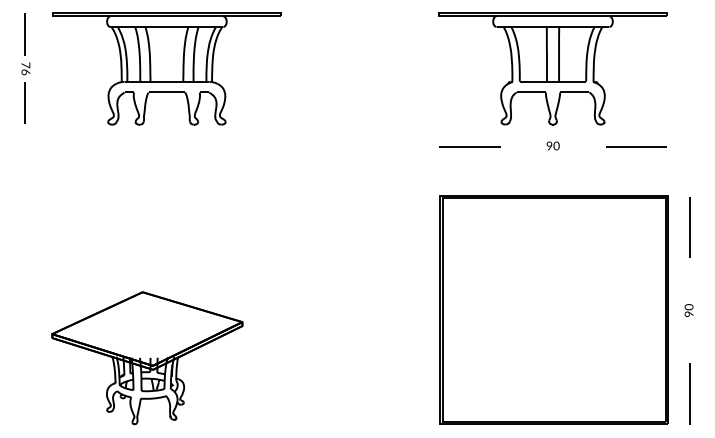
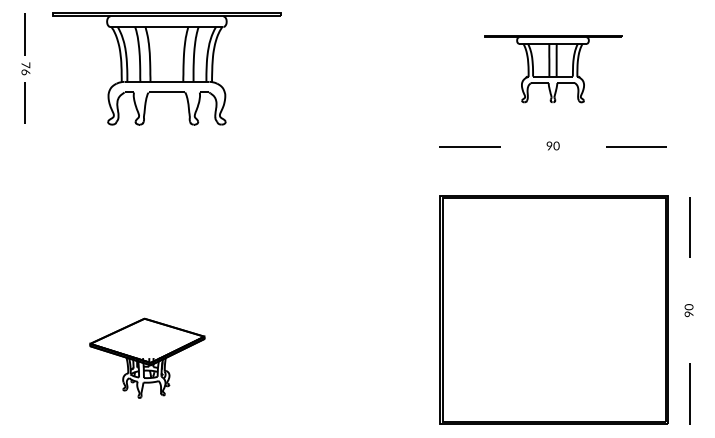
part at (552, 68) size: 230x114 px -> 139x69 px
part at (147, 358) size: 193x135 px -> 117x82 px
